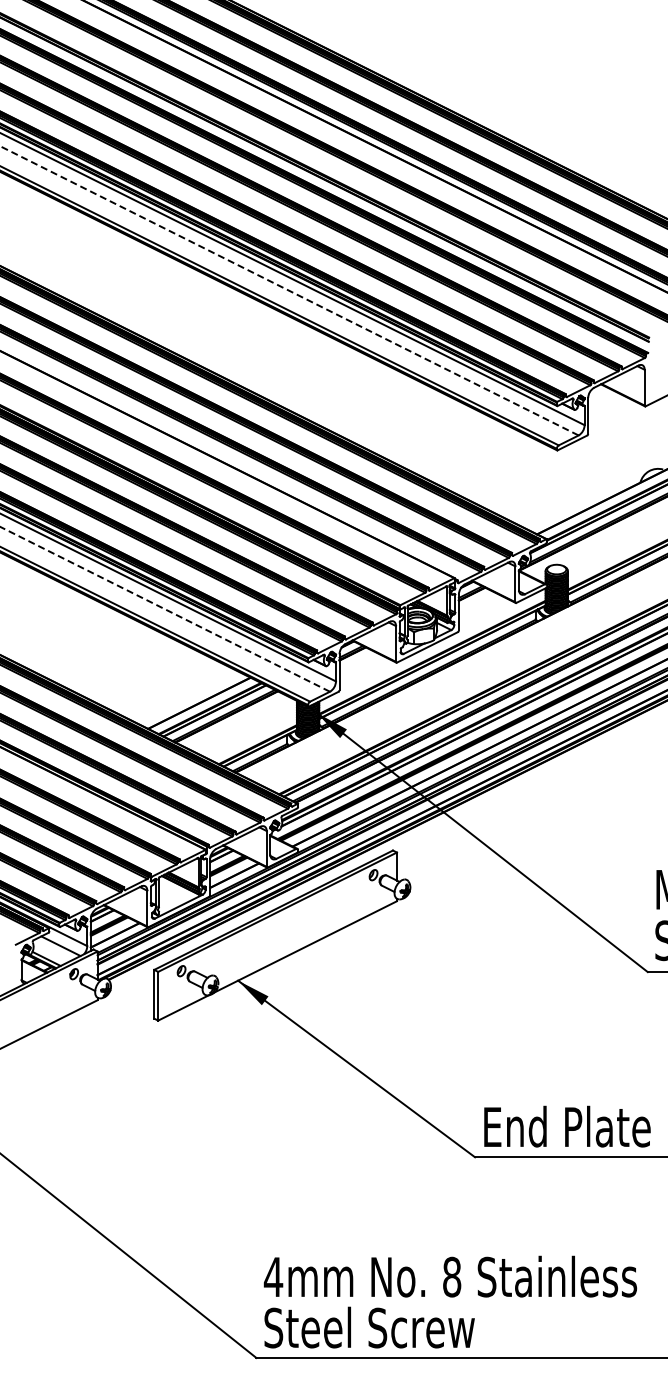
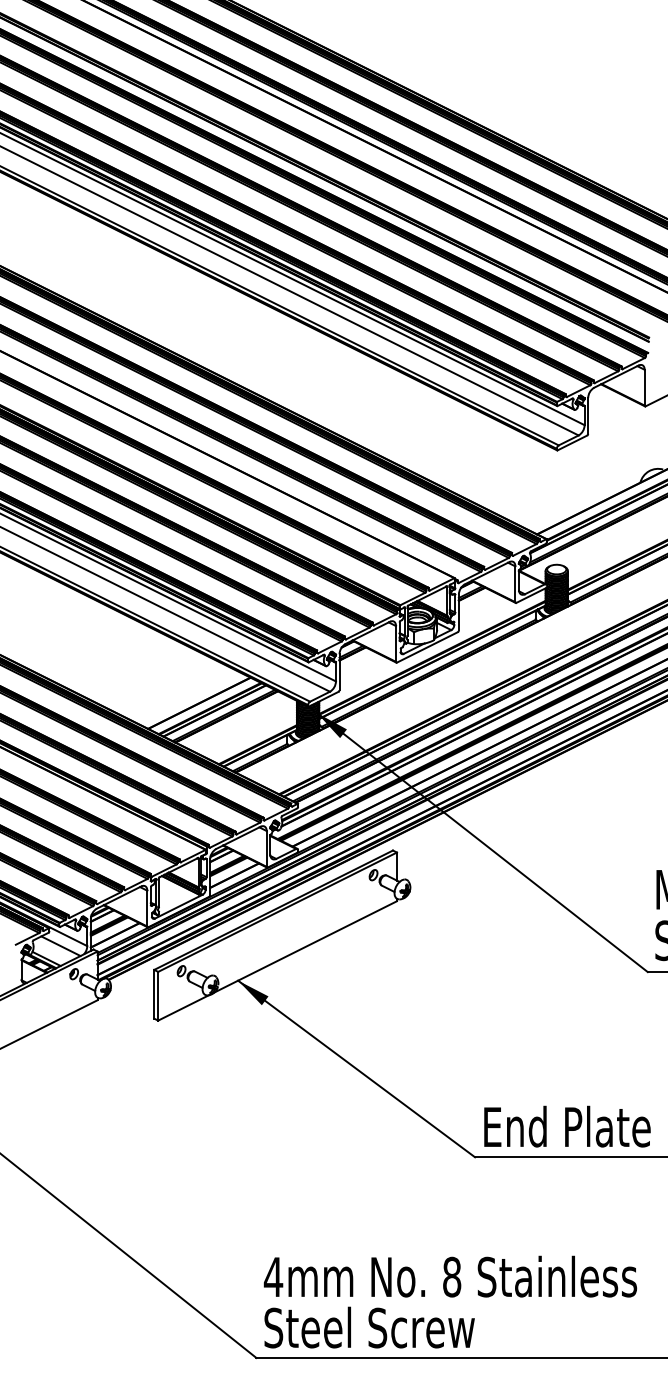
line at (289, 291): dashed -> solid
line at (165, 609): dashed -> solid
